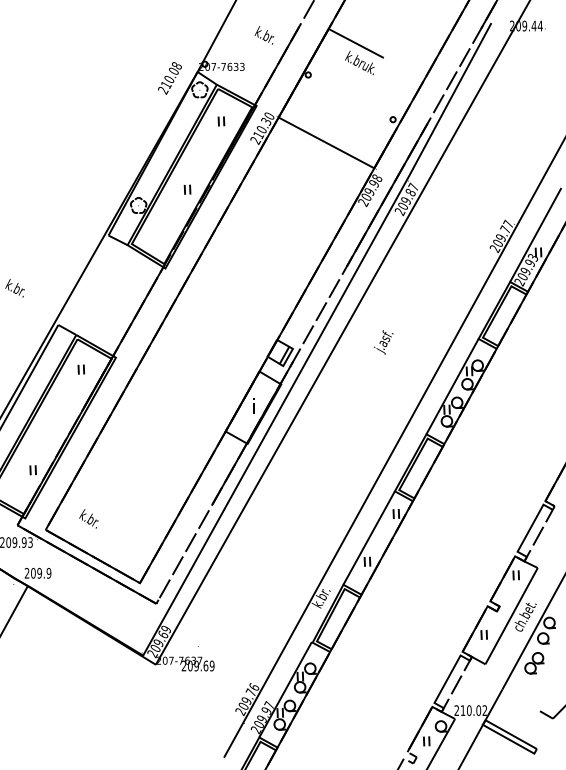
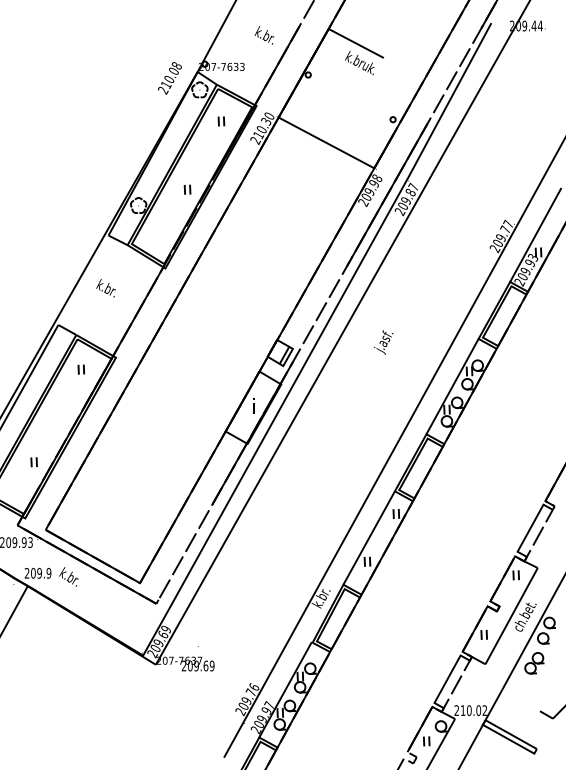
text at (14, 288) position: (14, 288) -> (105, 288)
part at (32, 470) position: (32, 470) -> (33, 462)
text at (88, 518) position: (88, 518) -> (68, 576)
